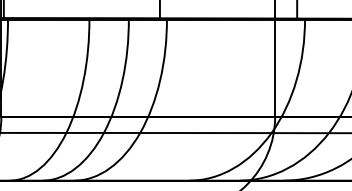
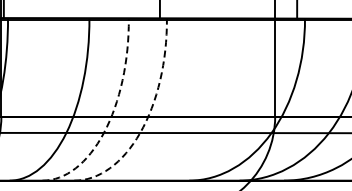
arc at (108, 122): solid -> dashed
arc at (145, 122): solid -> dashed
